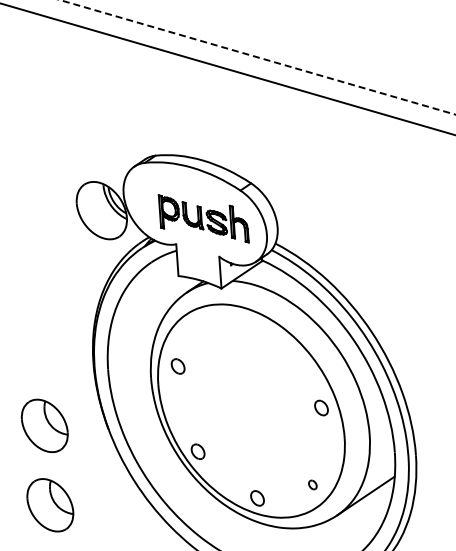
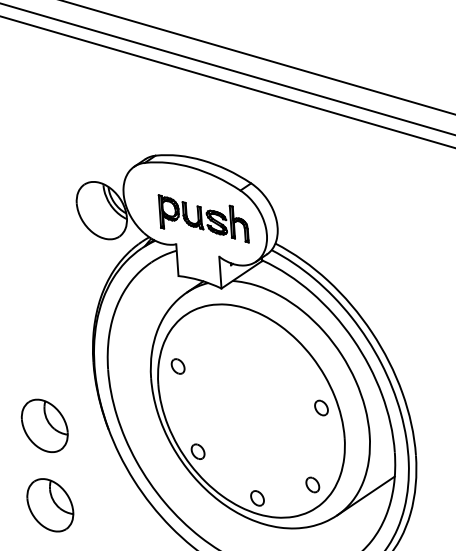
line at (258, 57): dashed -> solid
line at (227, 82): none -> present
part at (312, 484) size: 10x12 px -> 16x18 px
